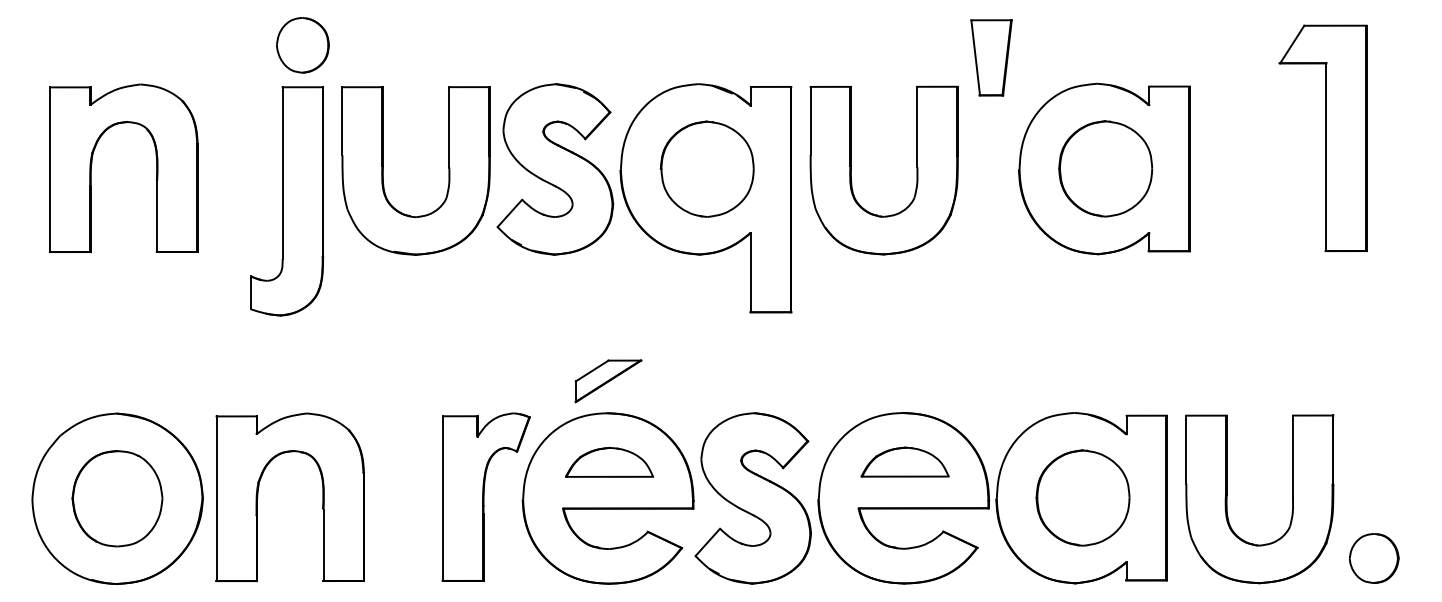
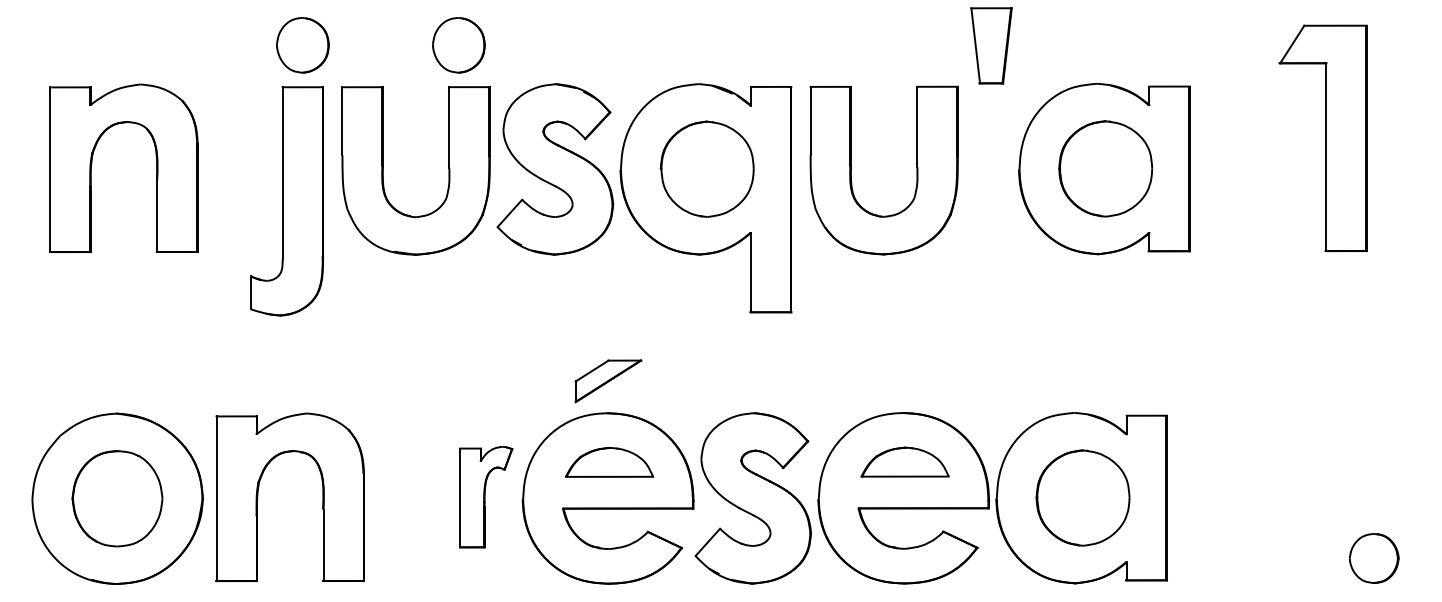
part at (458, 45): none -> present
part at (991, 57) position: (991, 57) -> (991, 45)
part at (485, 496) size: 90x170 px -> 55x103 px
part at (1227, 499): present -> none
